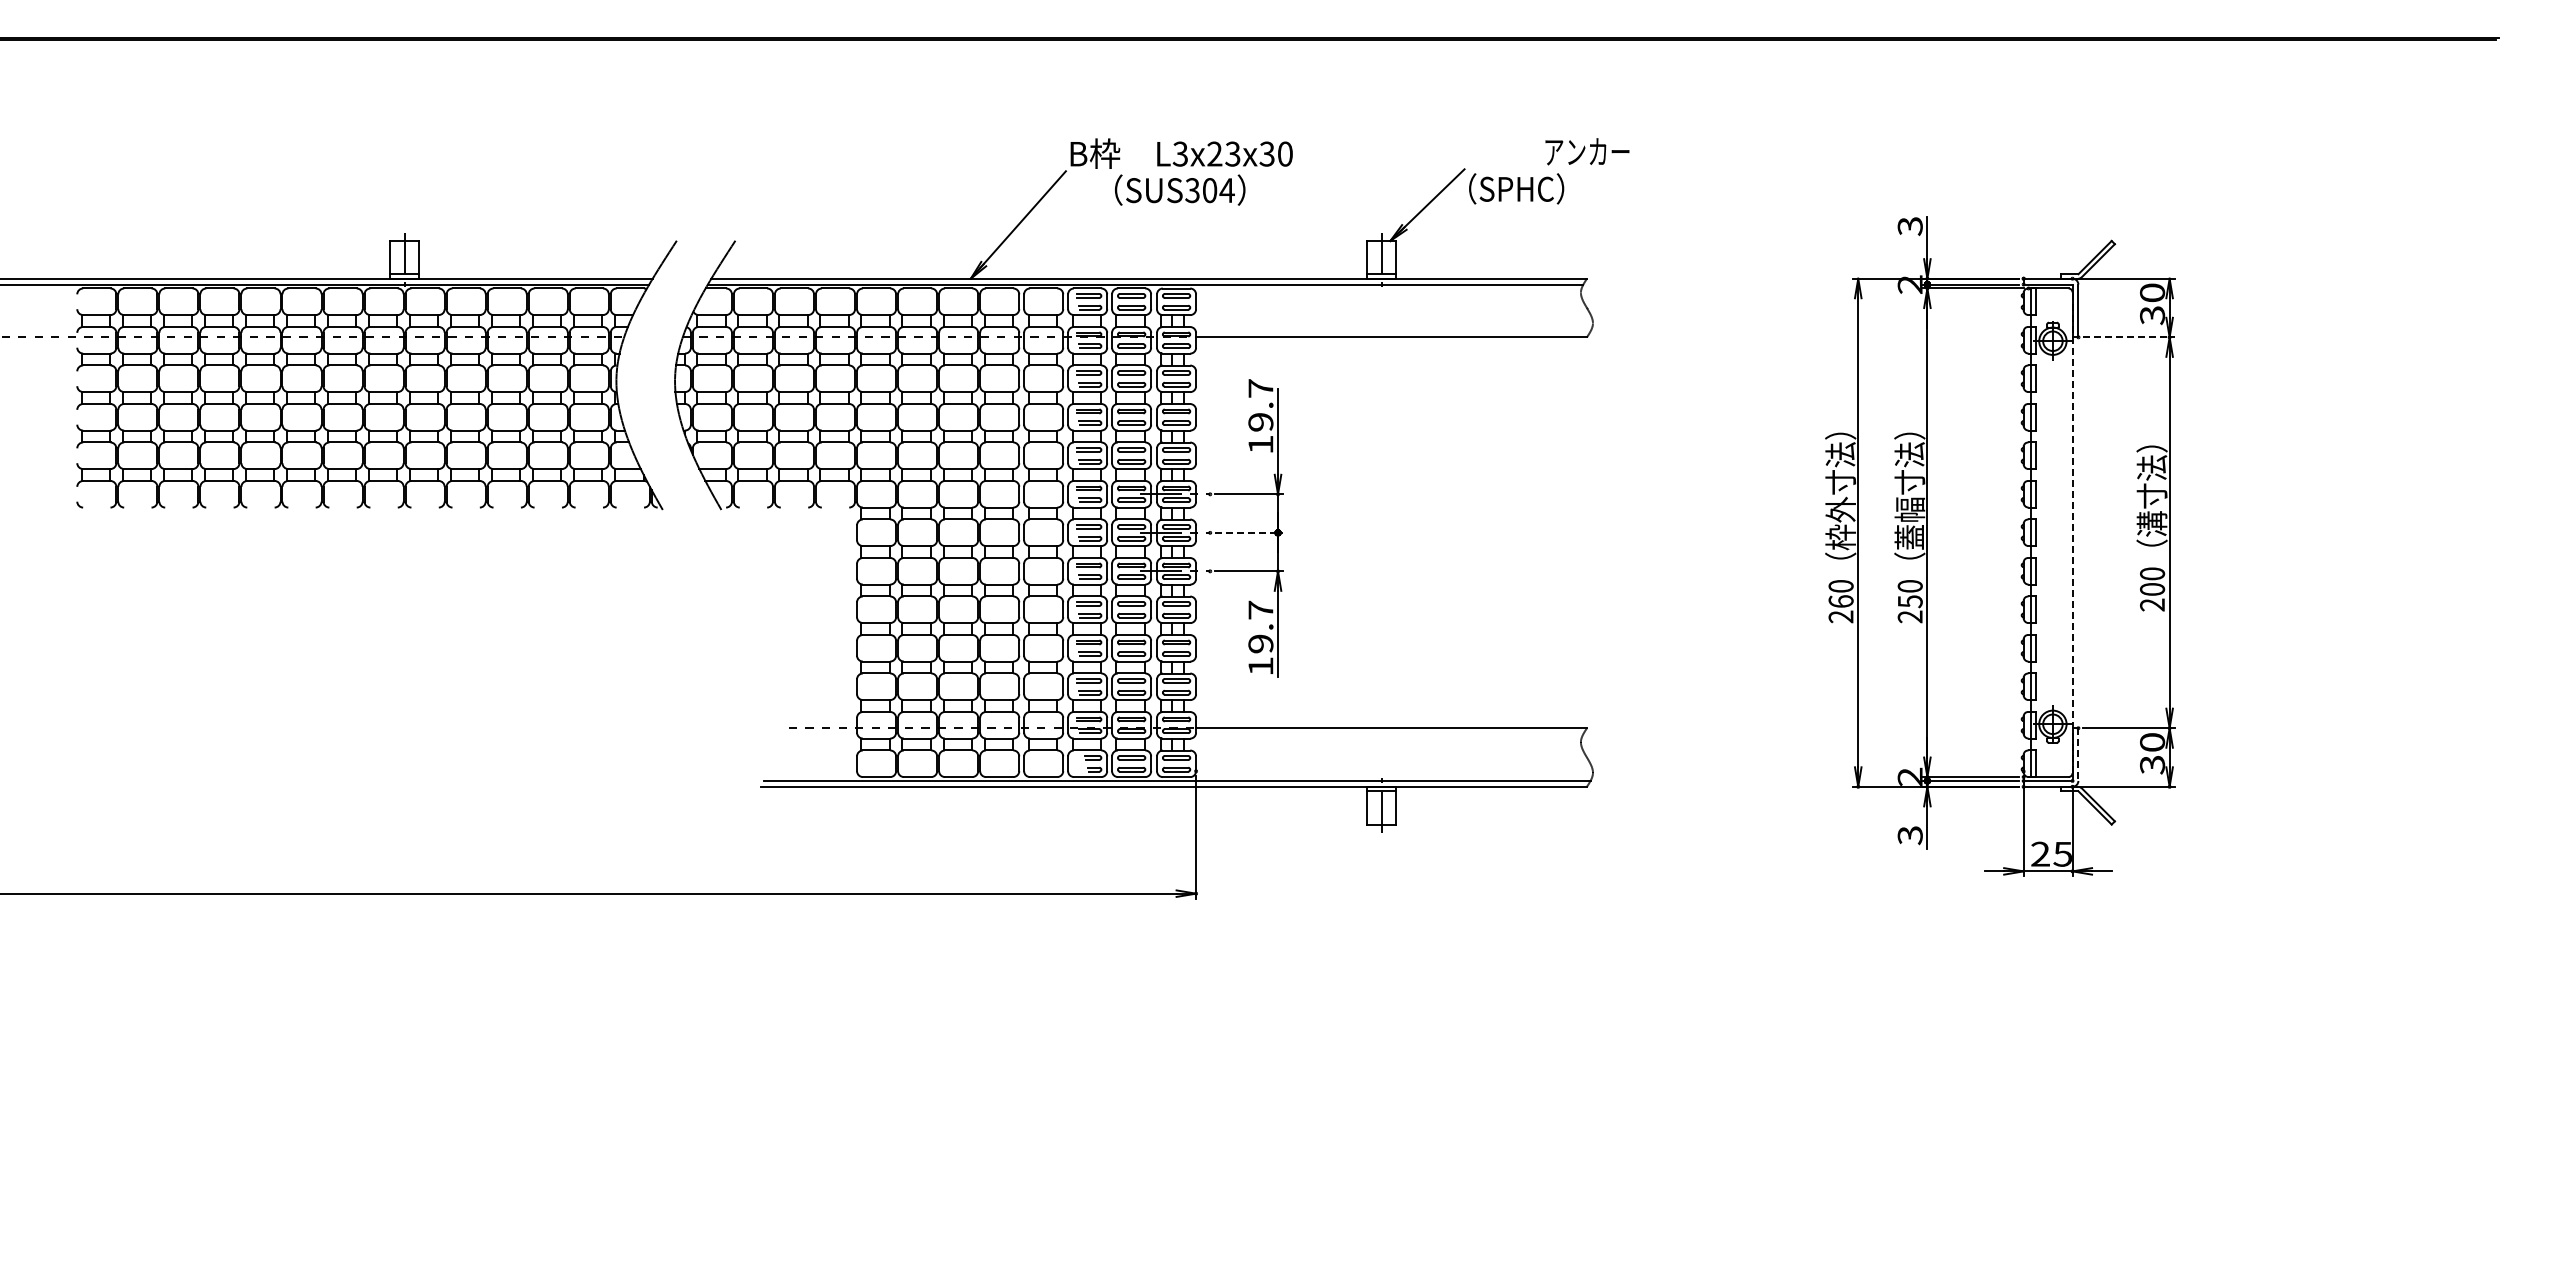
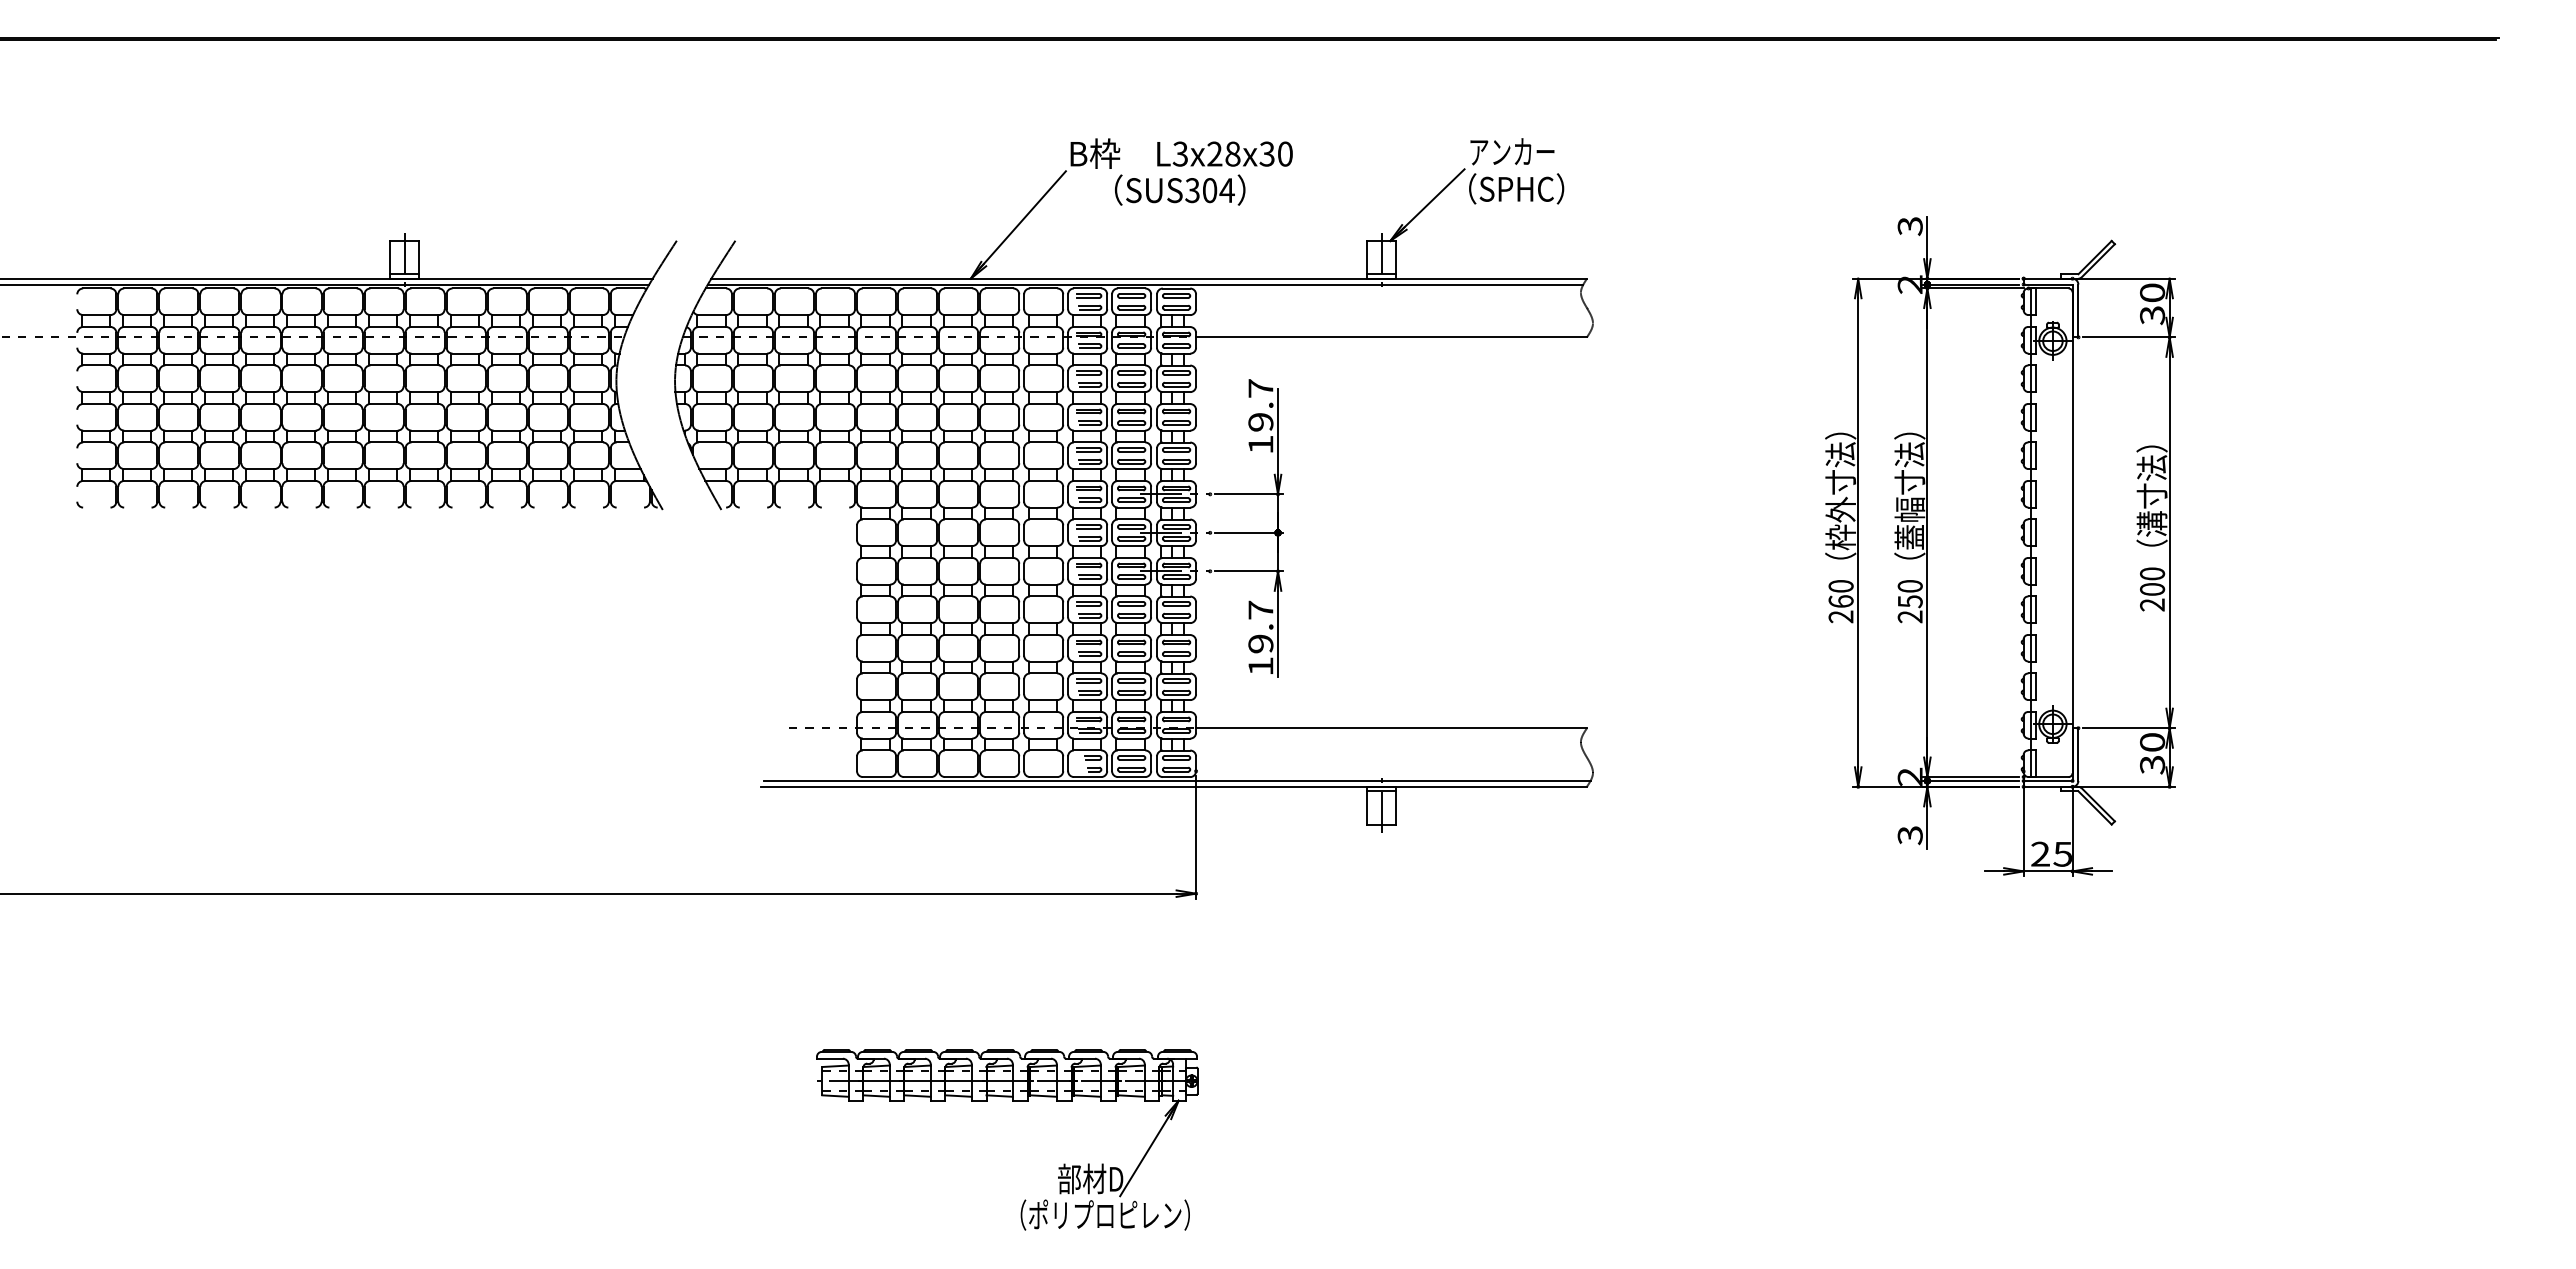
text at (1587, 151) position: (1587, 151) -> (1512, 151)
text at (1232, 153): L3x23x30 -> L3x28x30
line at (2128, 337): dashed -> solid
line at (1249, 532): dashed -> solid
line at (2072, 532): dashed -> solid
line at (2078, 755): dashed -> solid
part at (1012, 1101): none -> present
